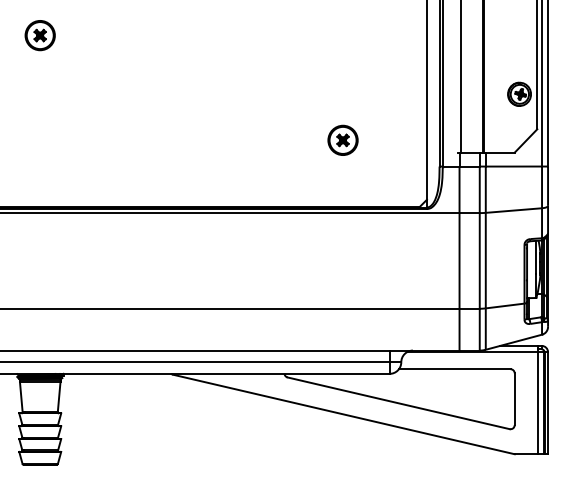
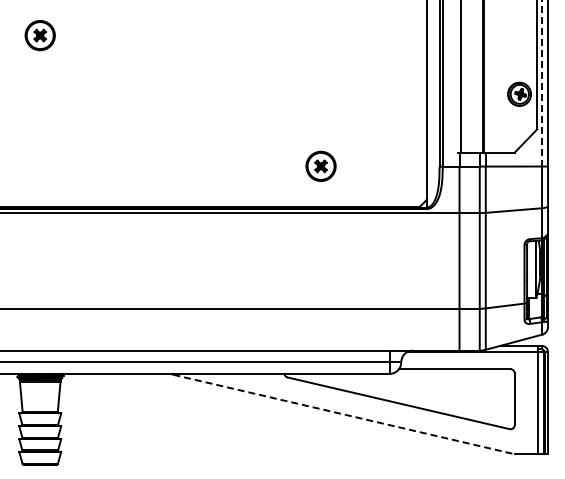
line at (542, 83): solid -> dashed
part at (342, 139) position: (342, 139) -> (320, 165)
line at (344, 414): solid -> dashed
